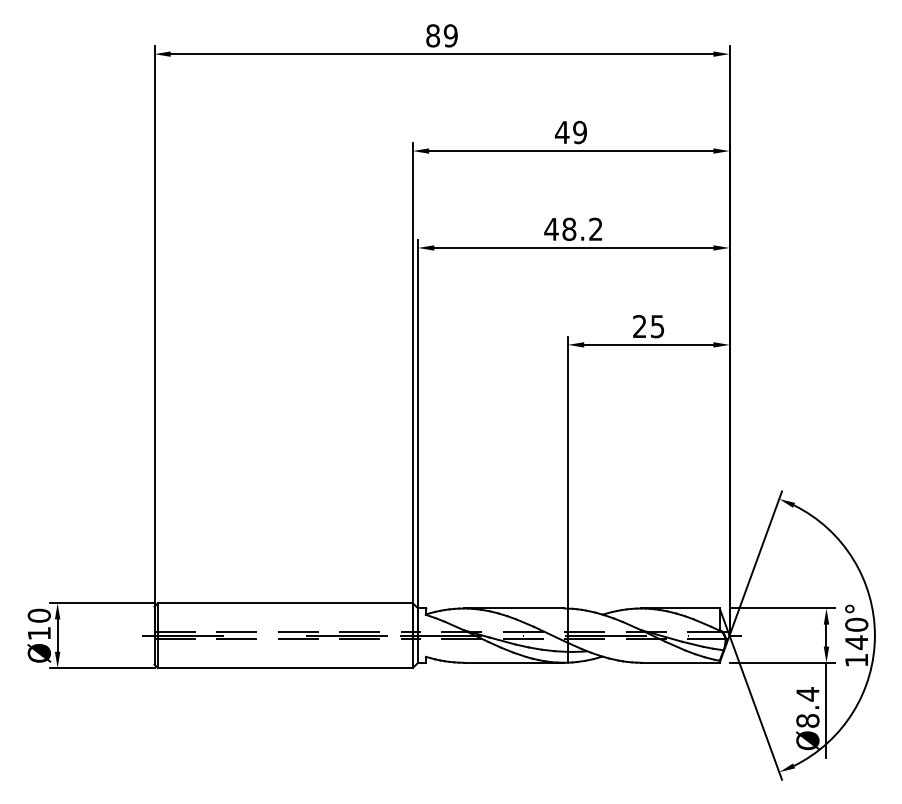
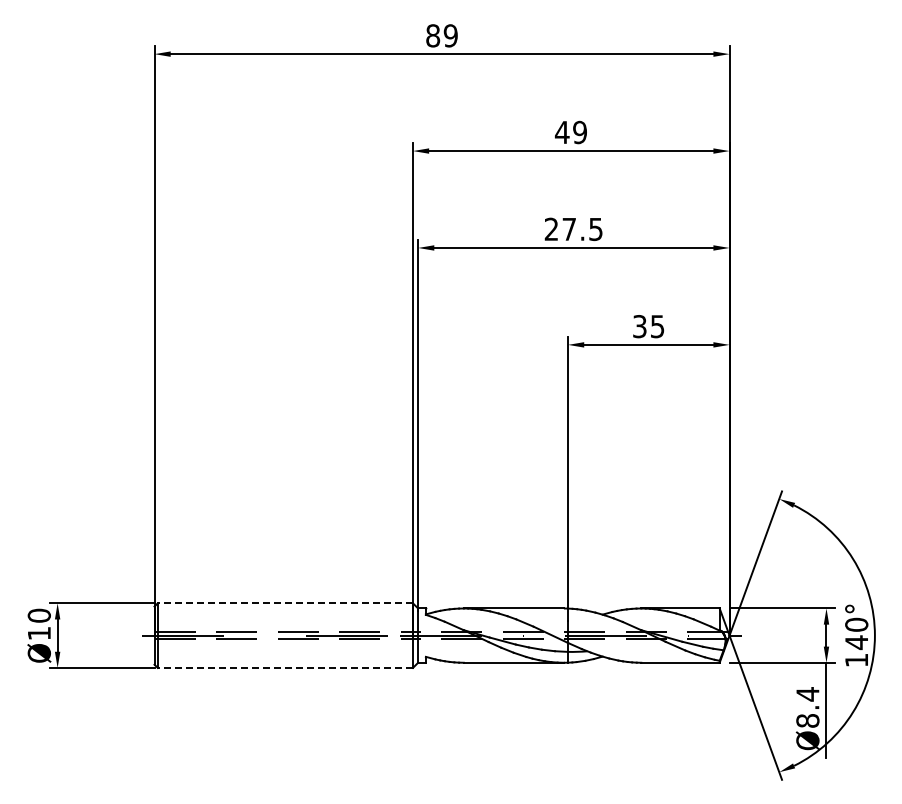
text at (573, 229): 48.2 -> 27.5
text at (639, 326): 25 -> 35
line at (285, 603): solid -> dashed
line at (285, 667): solid -> dashed
